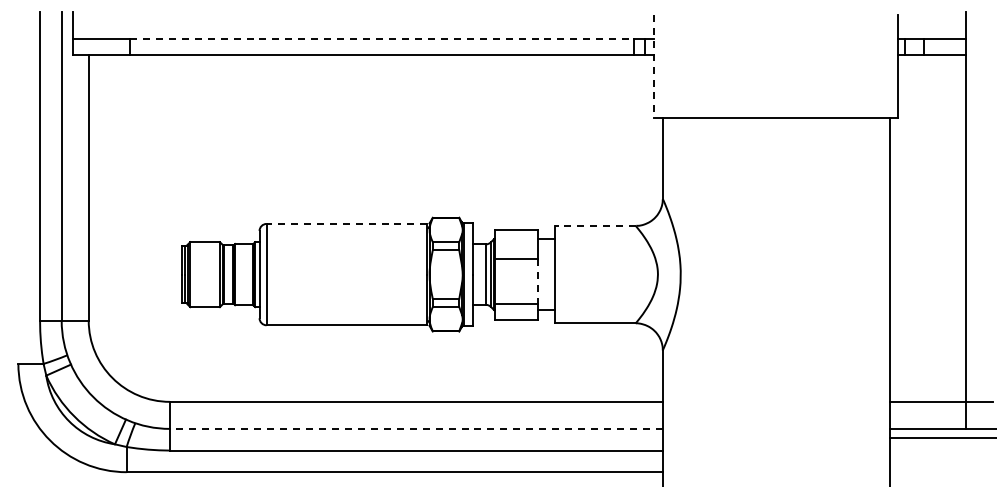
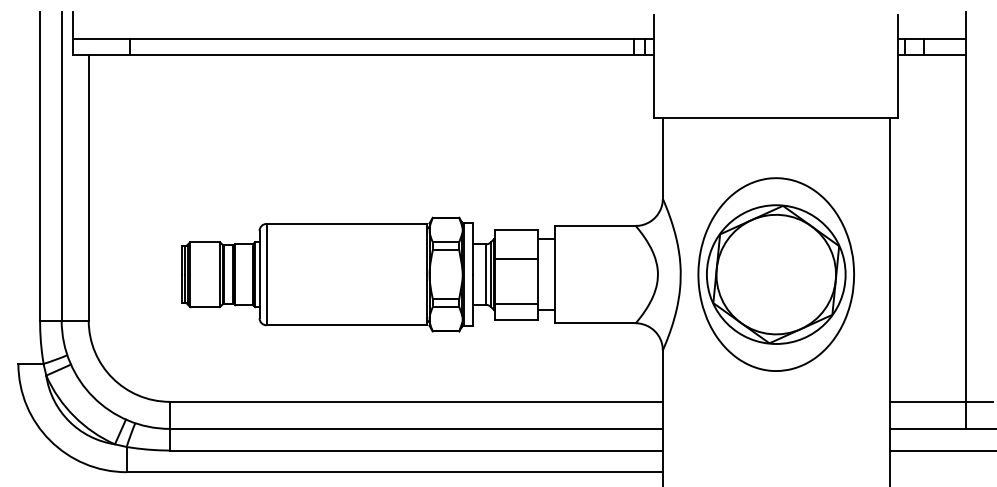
line at (382, 39): dashed -> solid
line at (654, 66): dashed -> solid
line at (346, 223): dashed -> solid
line at (595, 225): dashed -> solid
part at (775, 274): none -> present
line at (538, 282): dashed -> solid
line at (415, 428): dashed -> solid
line at (941, 437) position: (941, 437) -> (941, 450)
